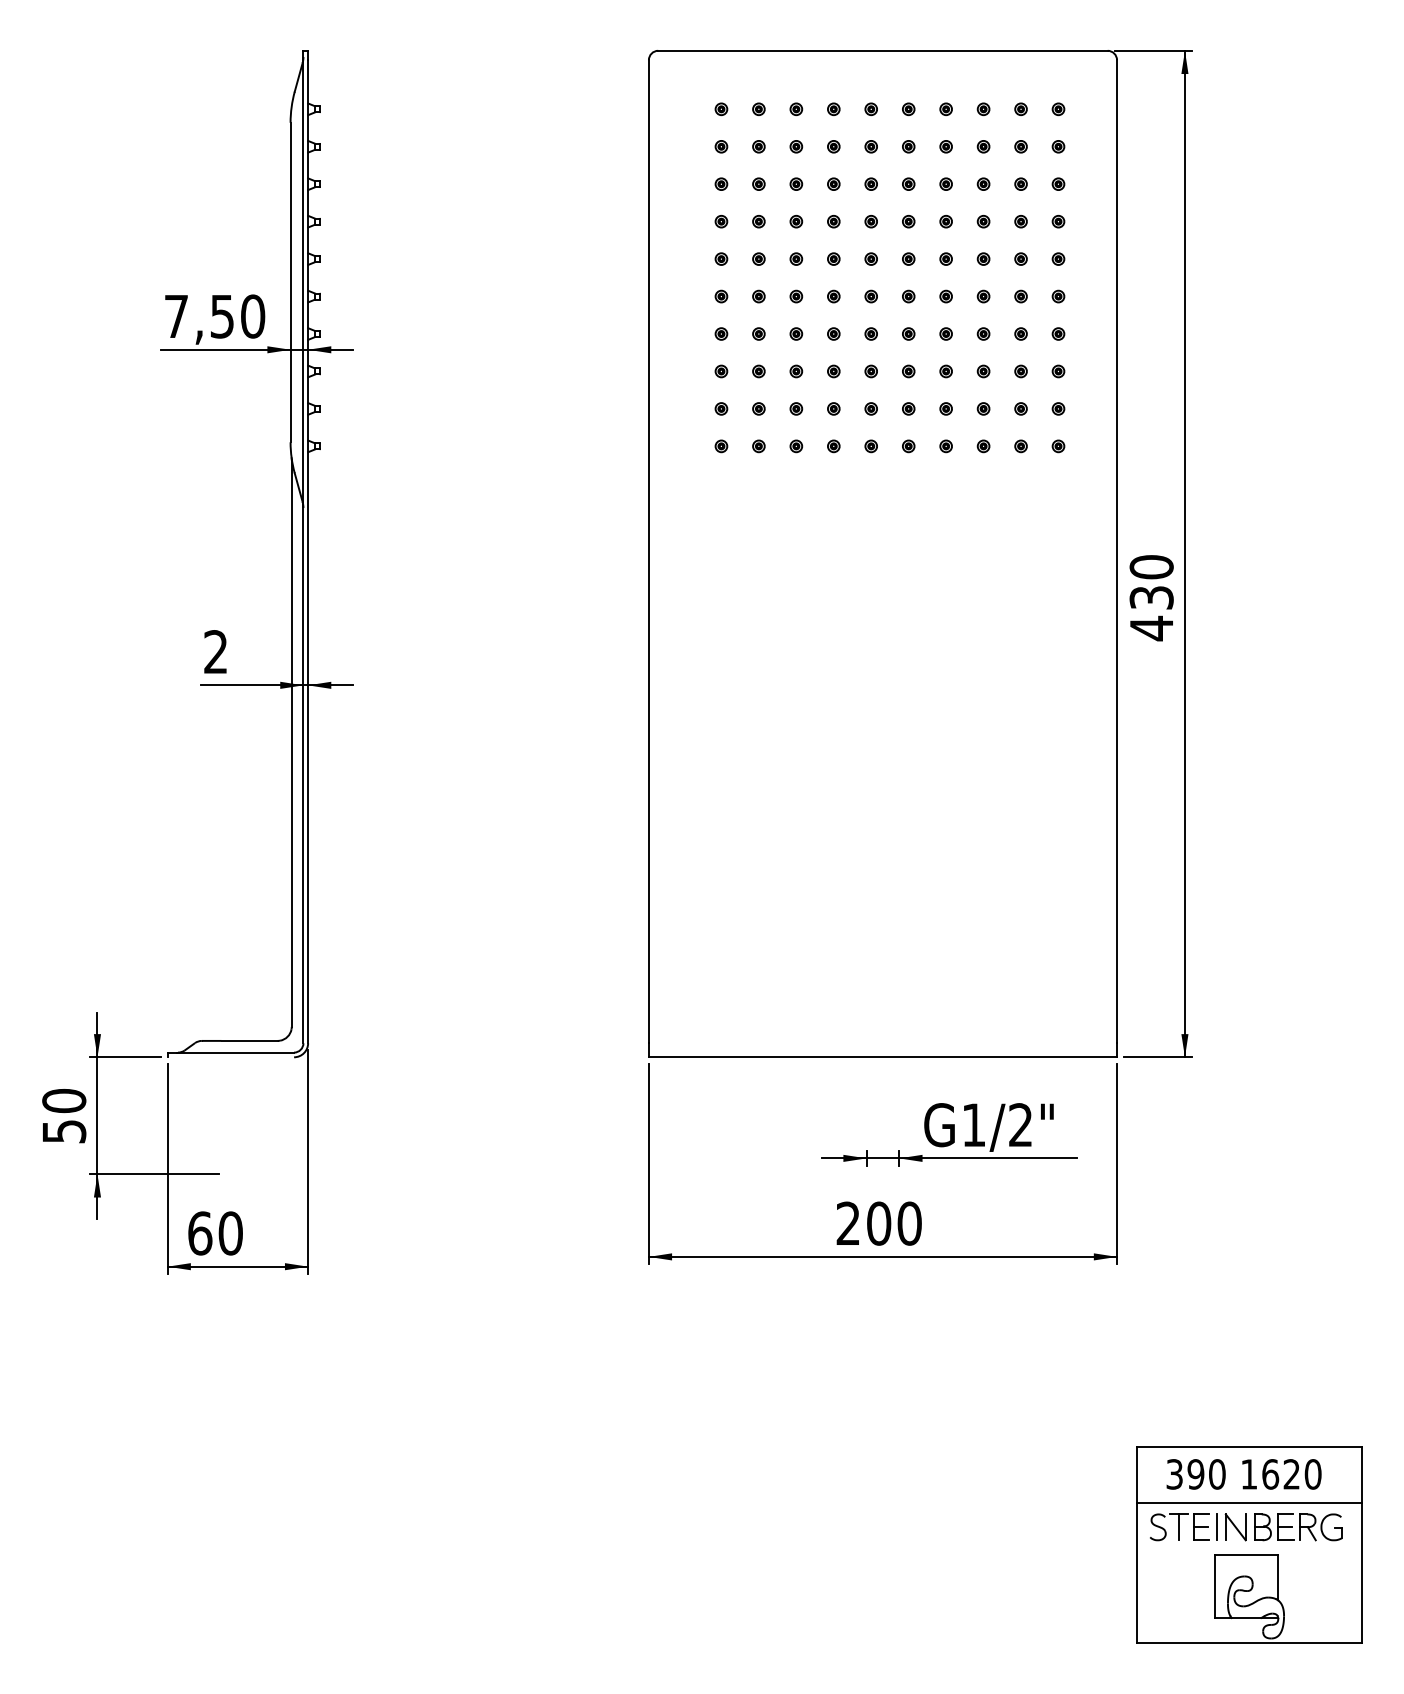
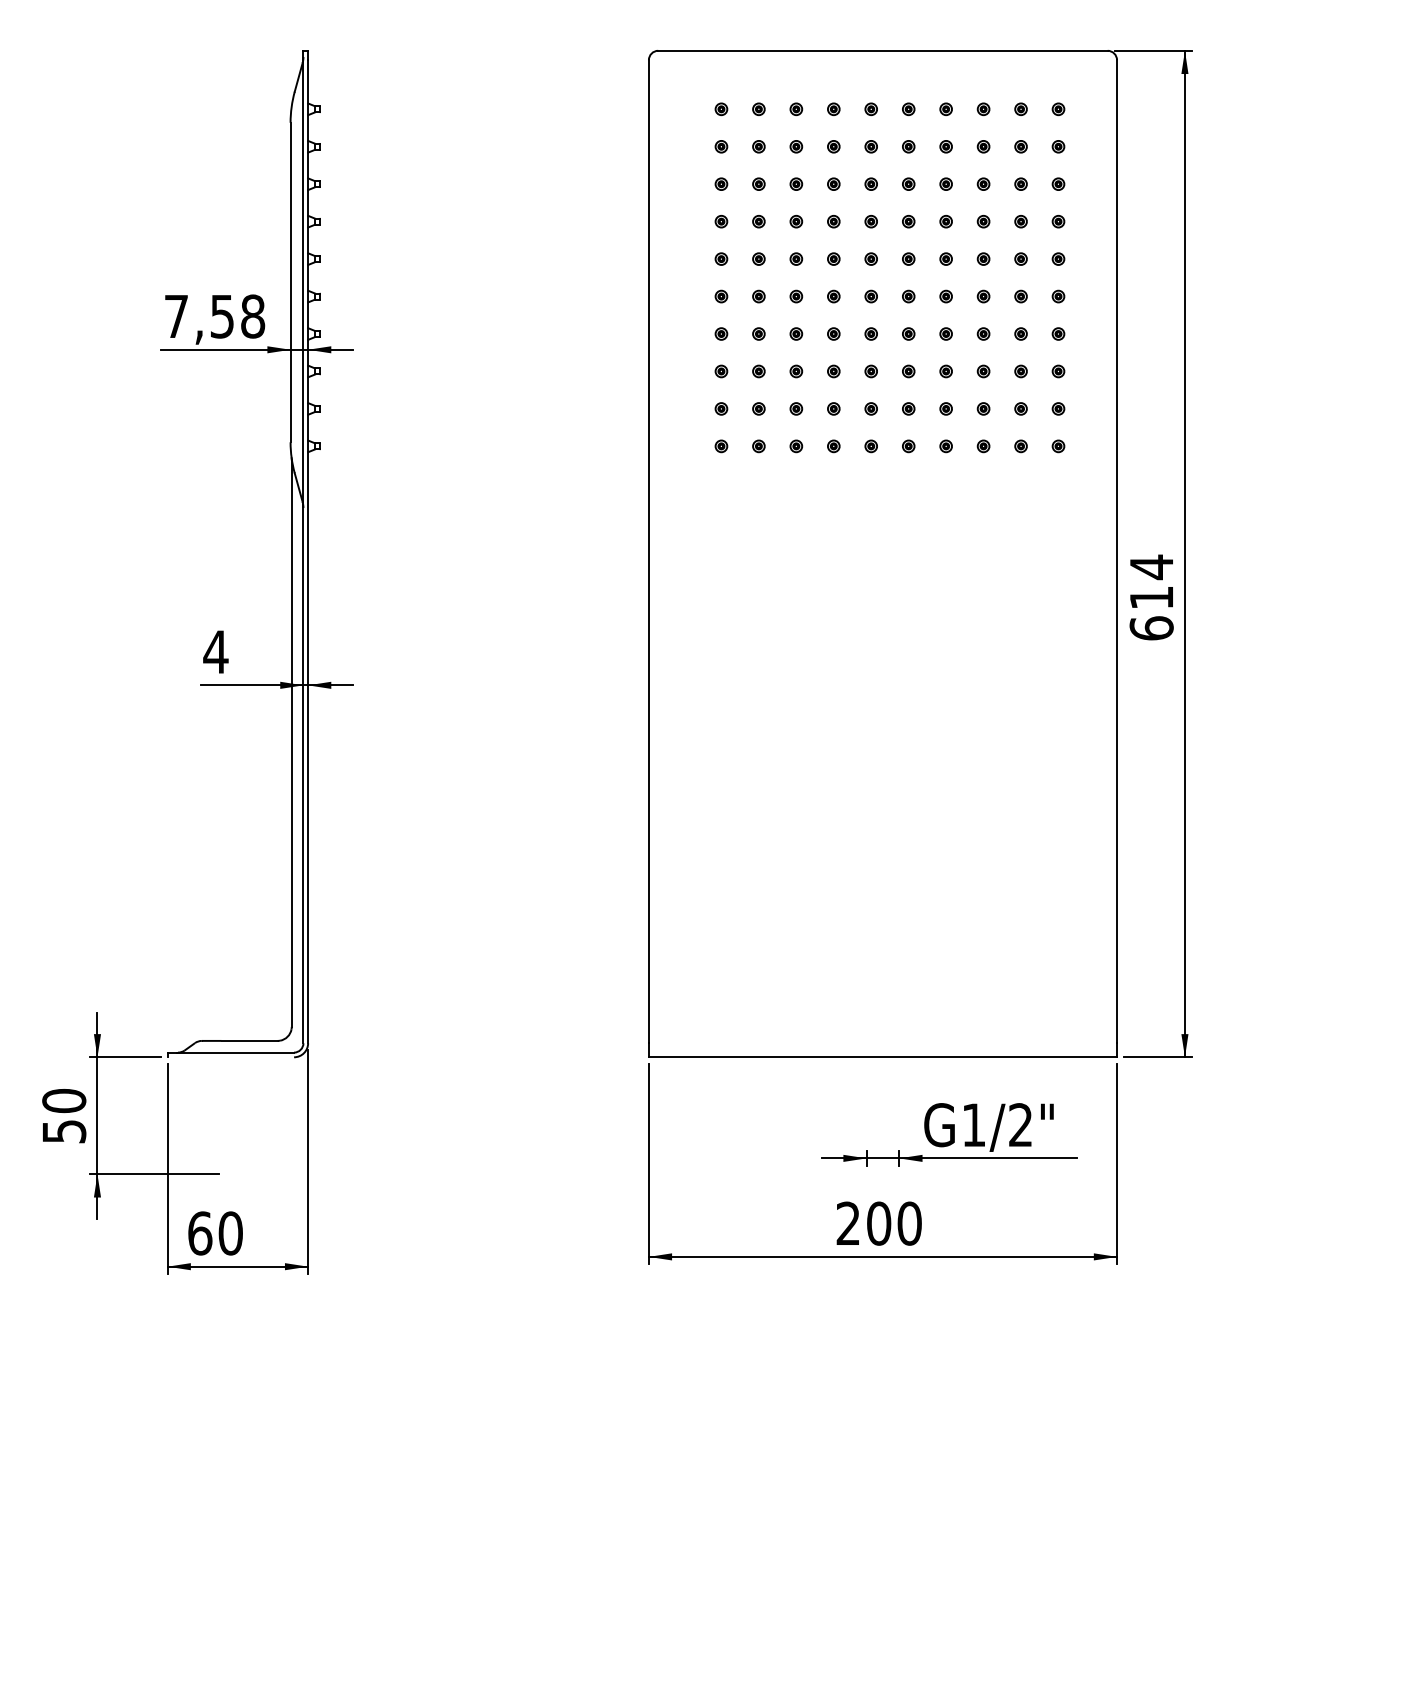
text at (253, 316): 7,50 -> 7,58
text at (1151, 597): 430 -> 614
text at (215, 651): 2 -> 4
part at (1249, 1544): present -> none
